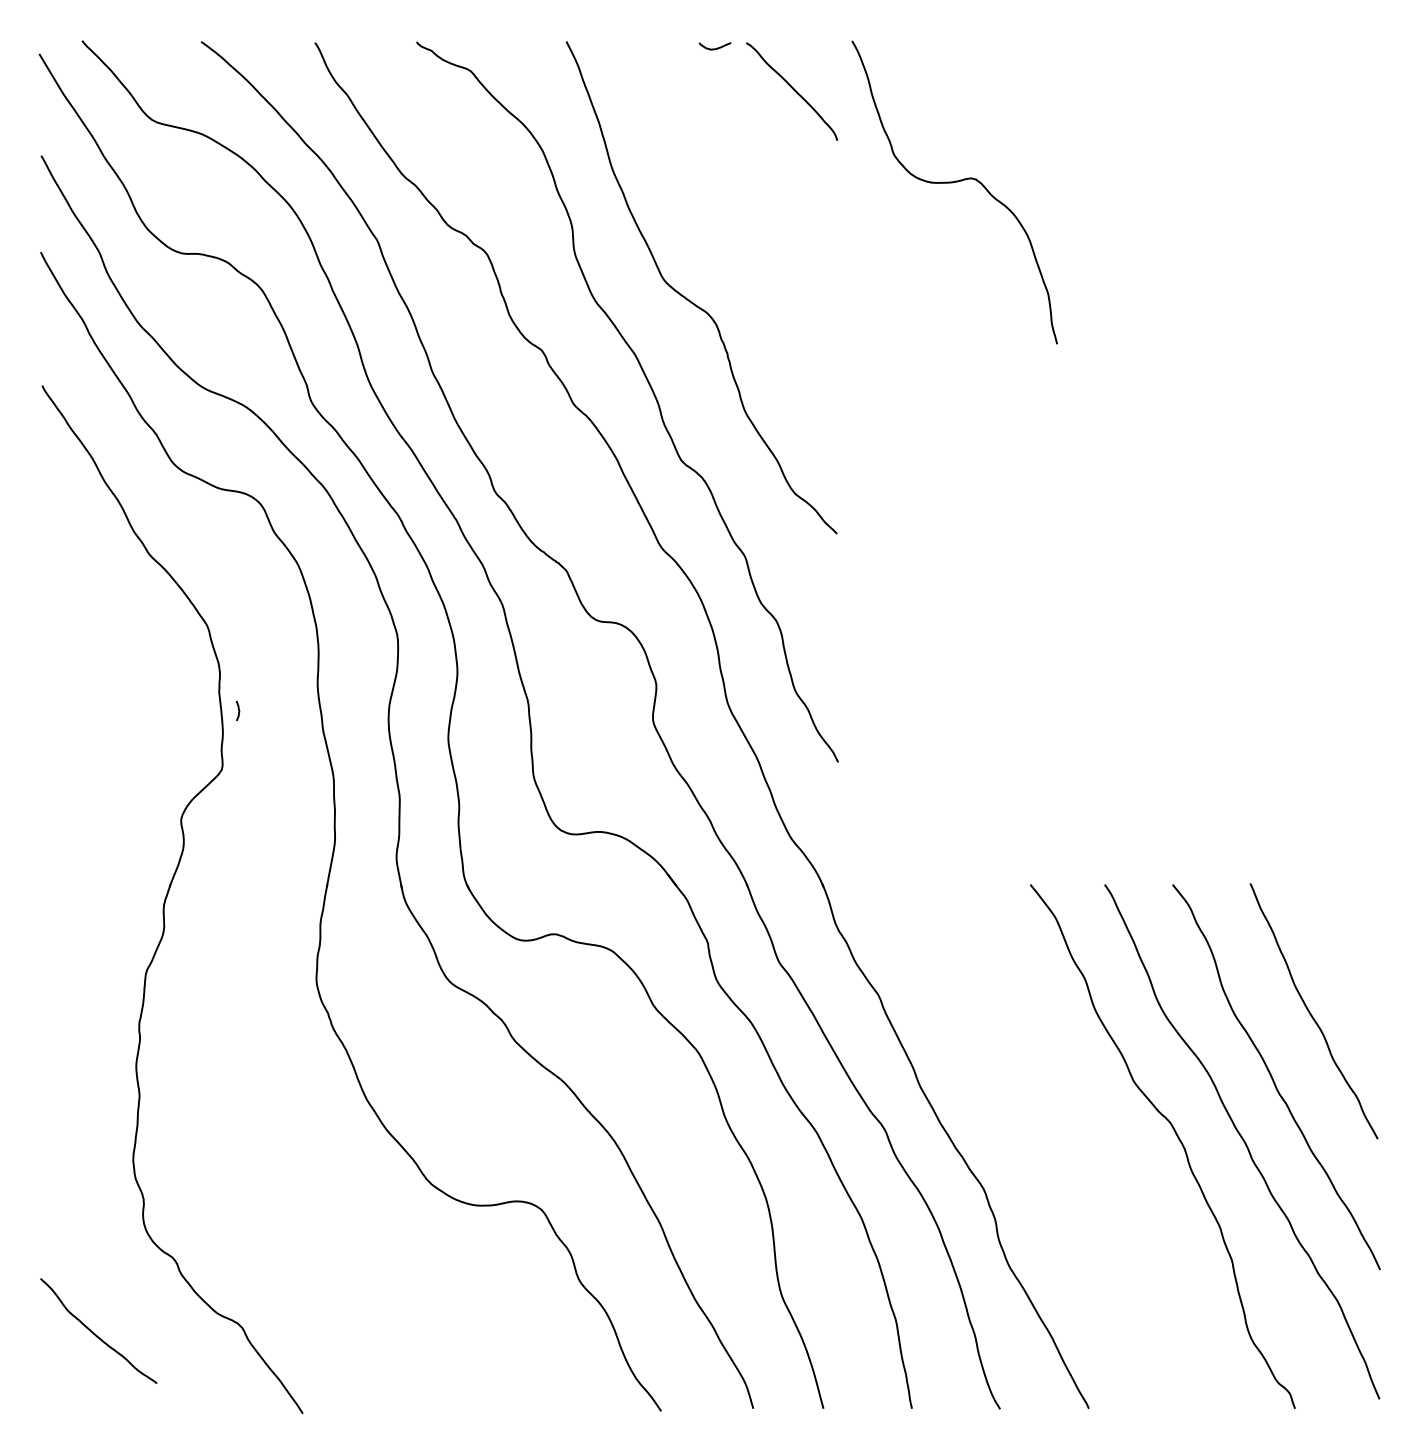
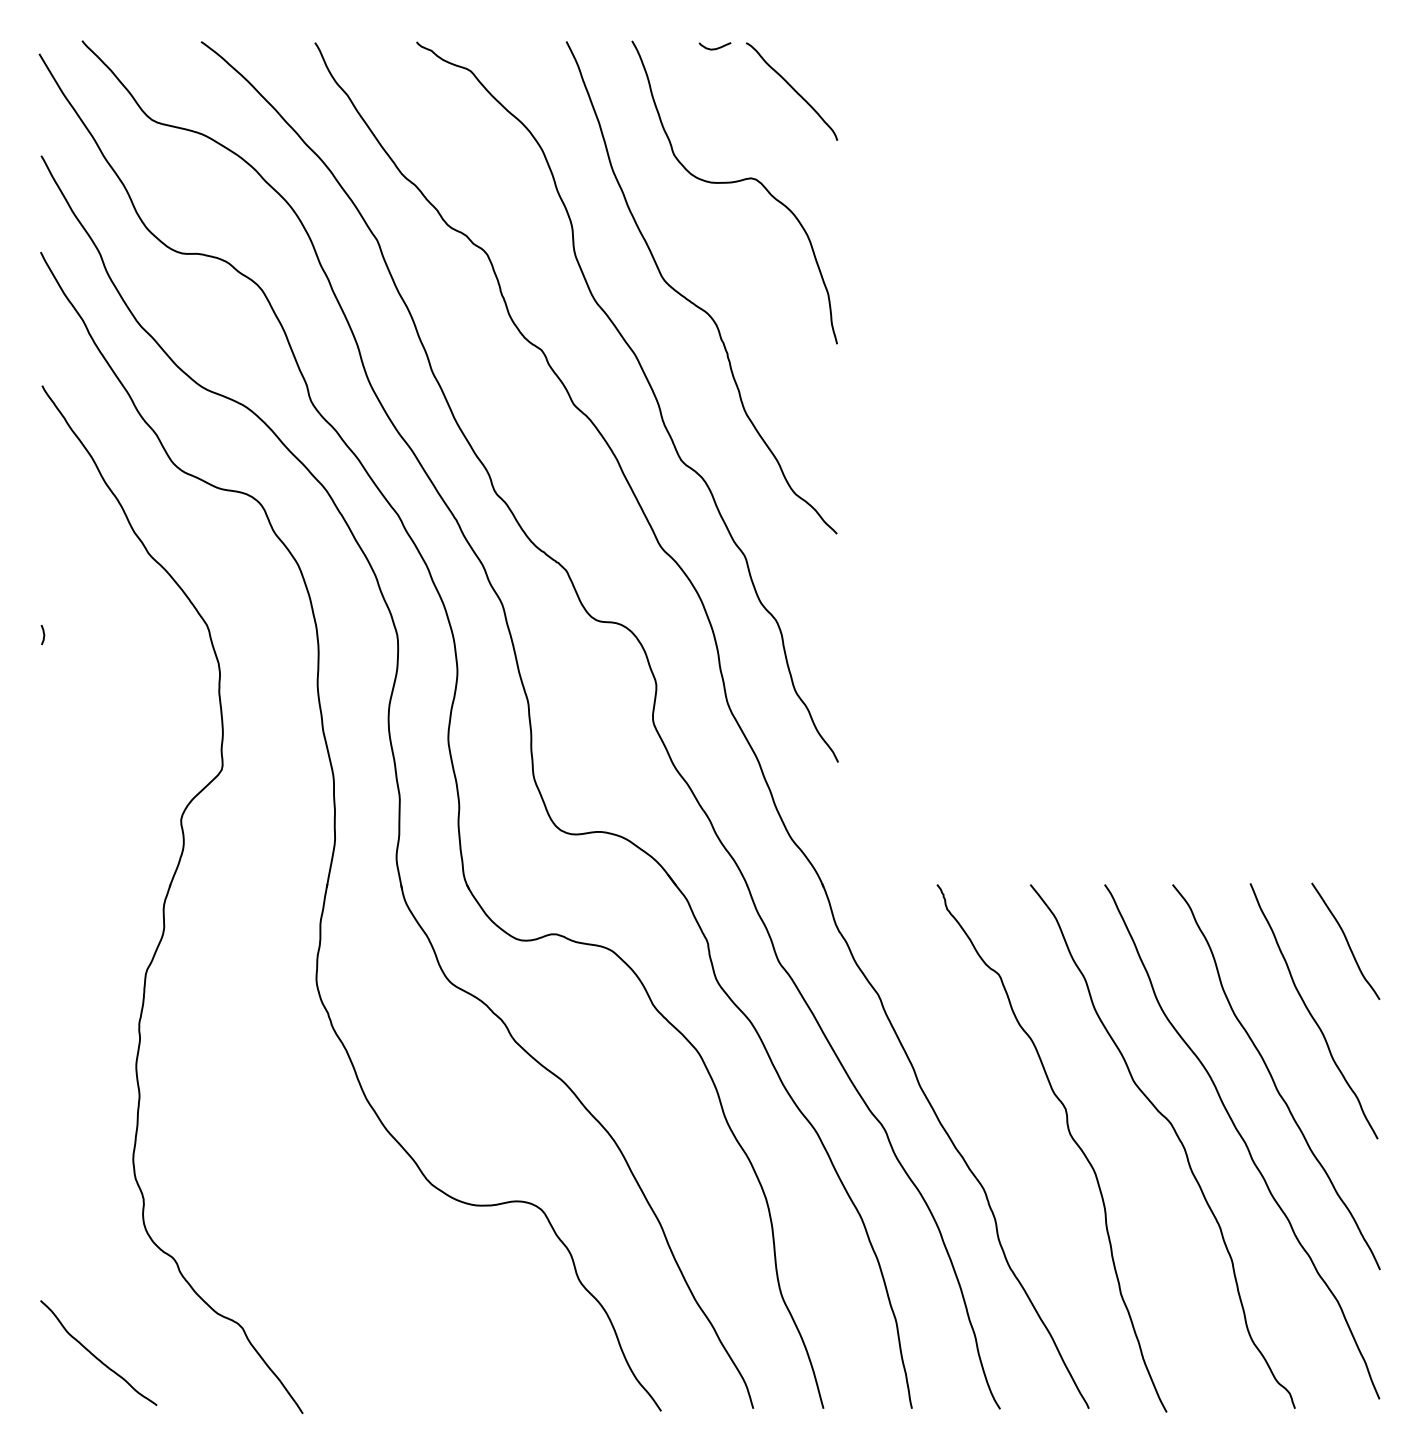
curve at (952, 183) position: (952, 183) -> (732, 183)
curve at (238, 710) position: (238, 710) -> (43, 634)
curve at (1345, 940): none -> present
curve at (1071, 1138): none -> present
curve at (95, 1333) position: (95, 1333) -> (95, 1355)
